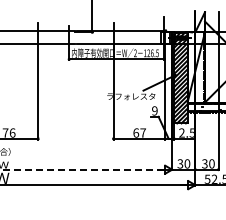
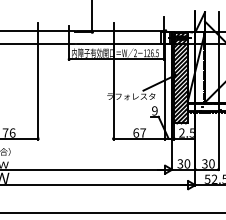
line at (82, 169): dashed -> solid
line at (112, 212): none -> present
